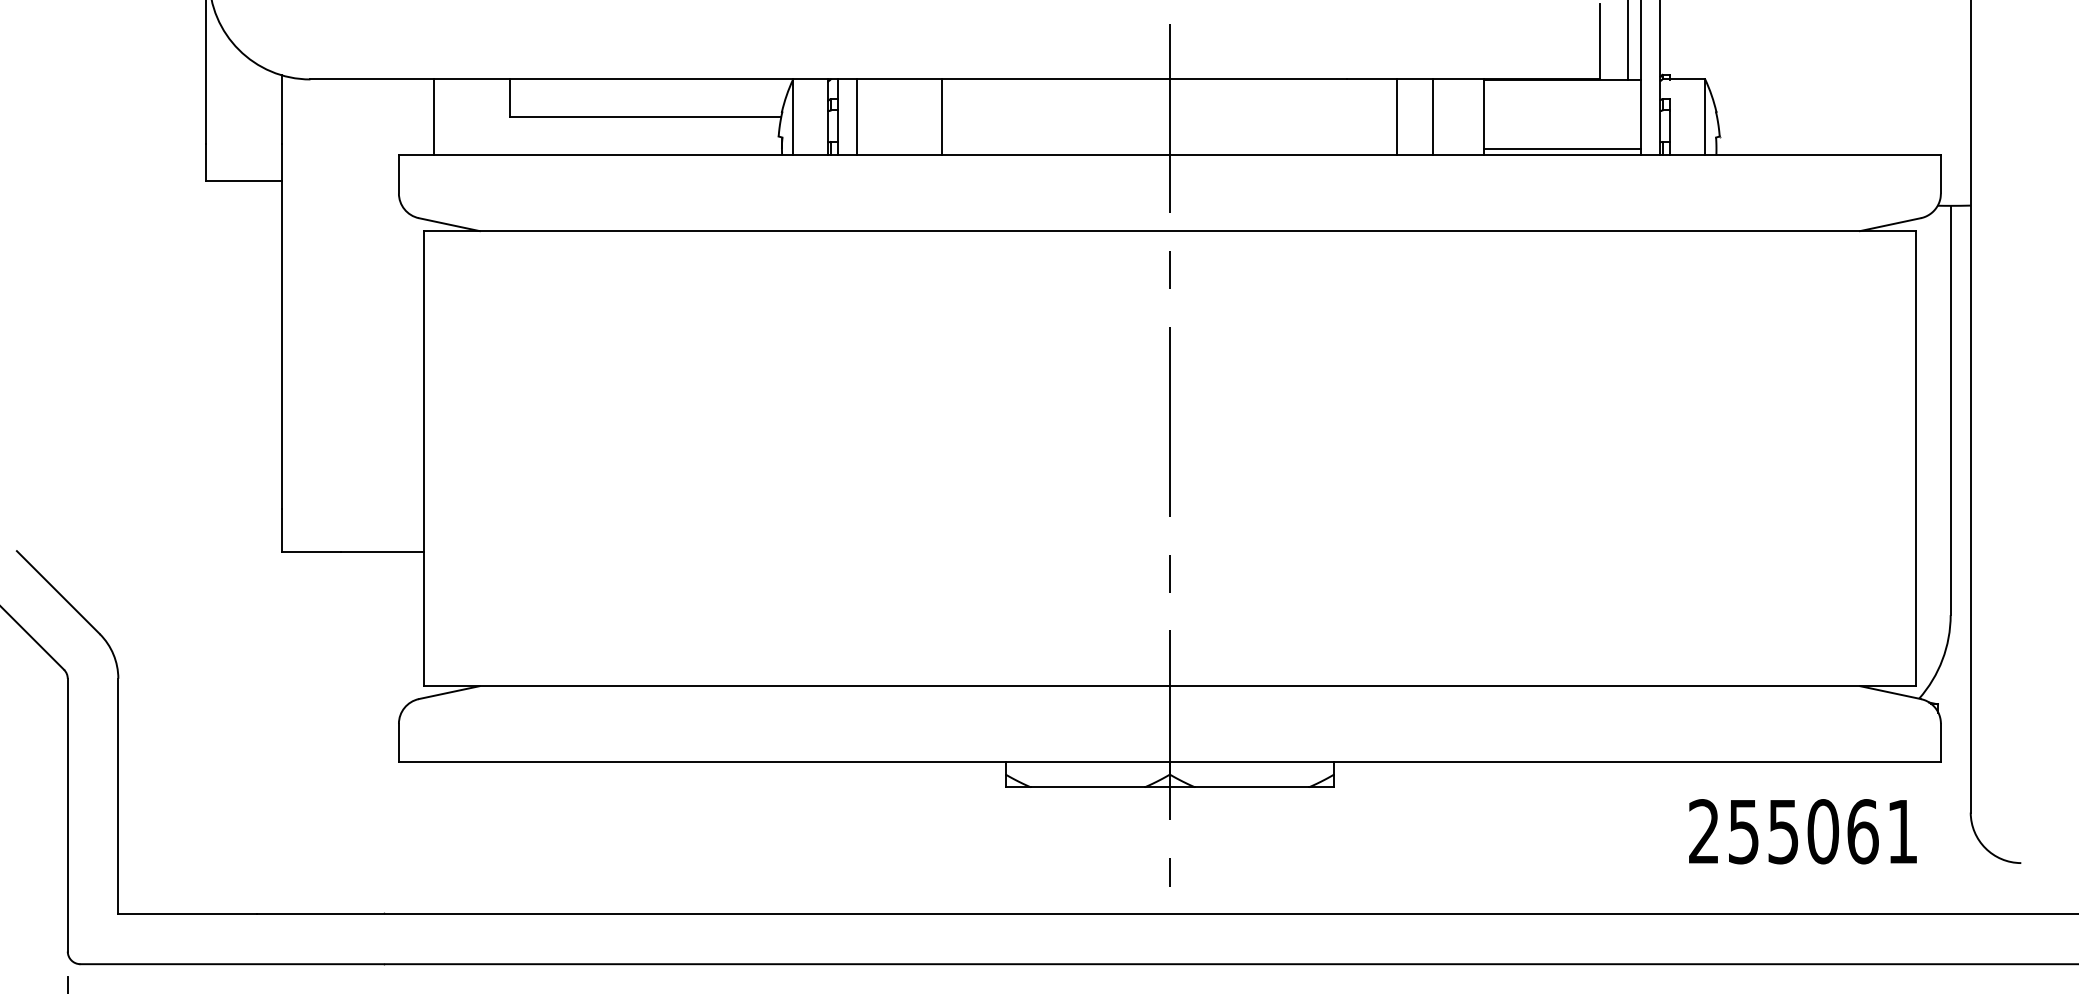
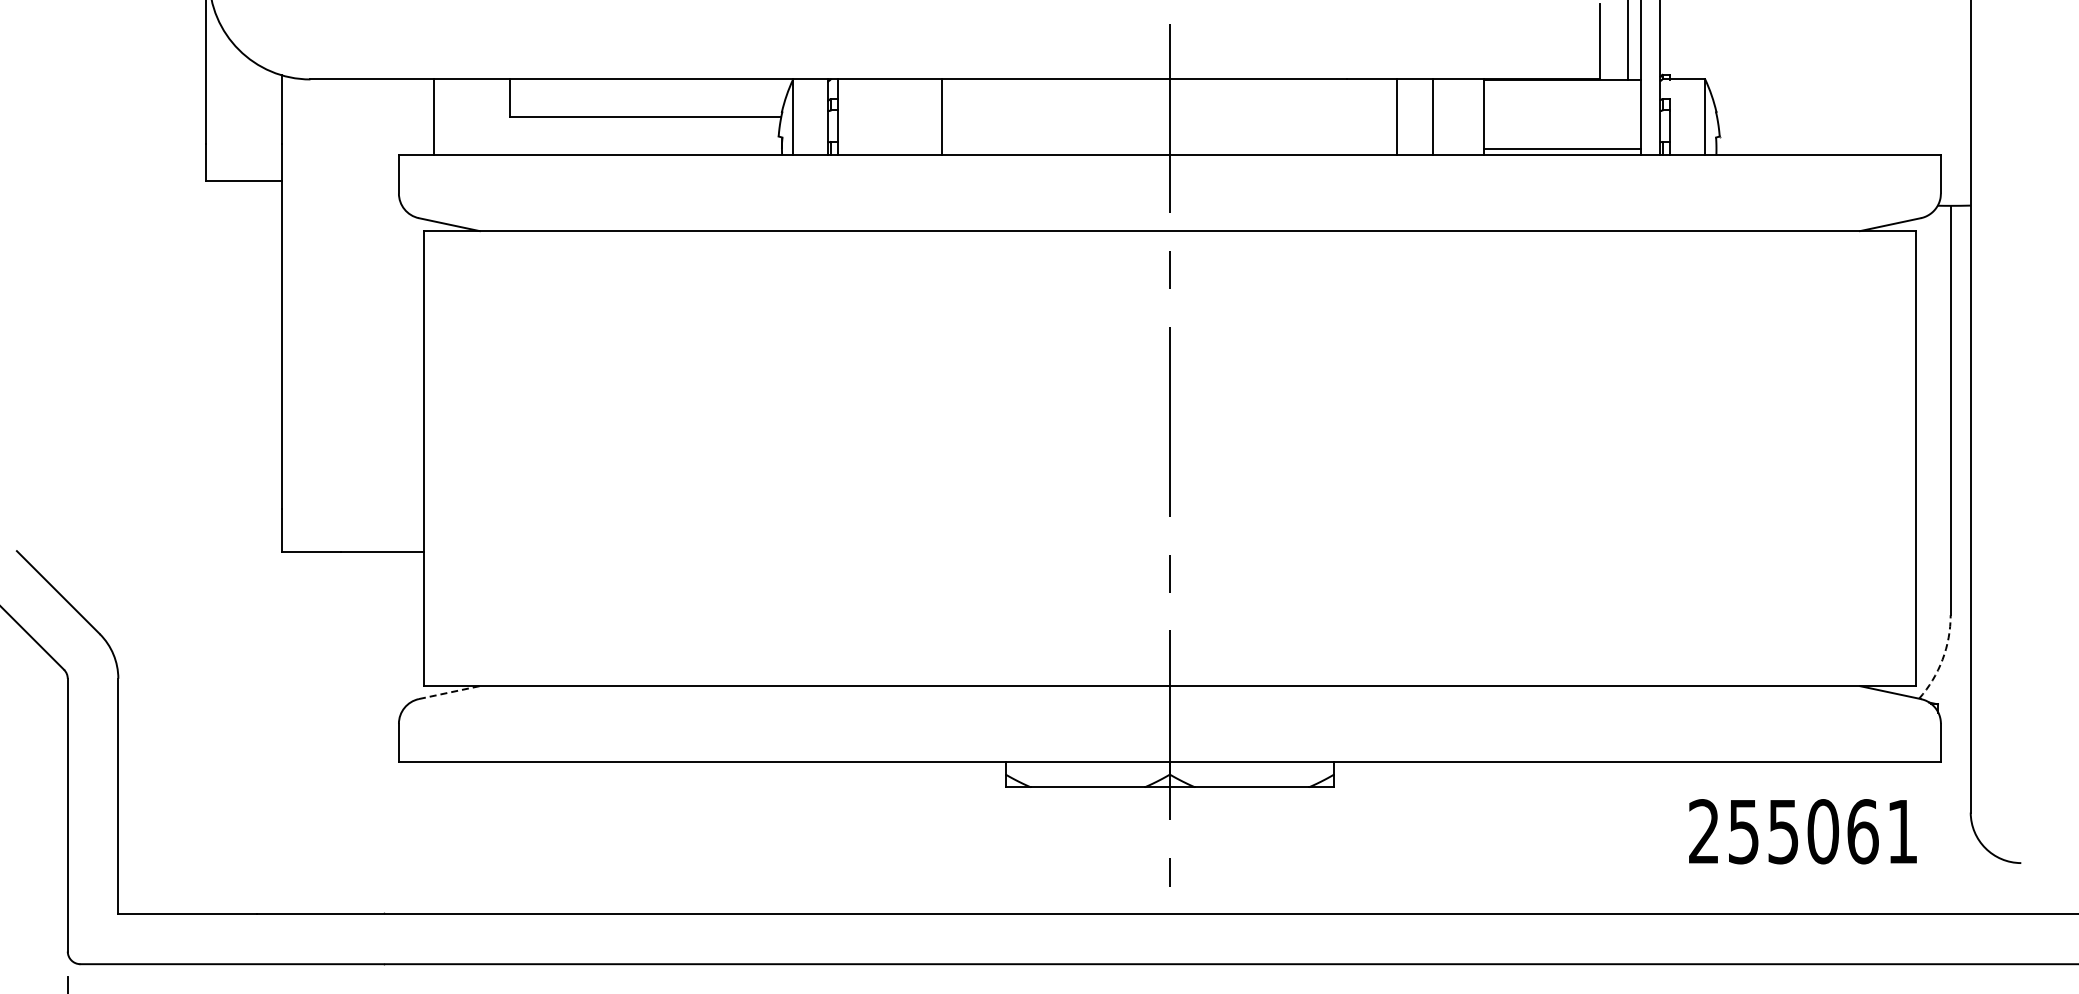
line at (857, 117): present -> none
arc at (1942, 659): solid -> dashed
line at (449, 692): solid -> dashed
